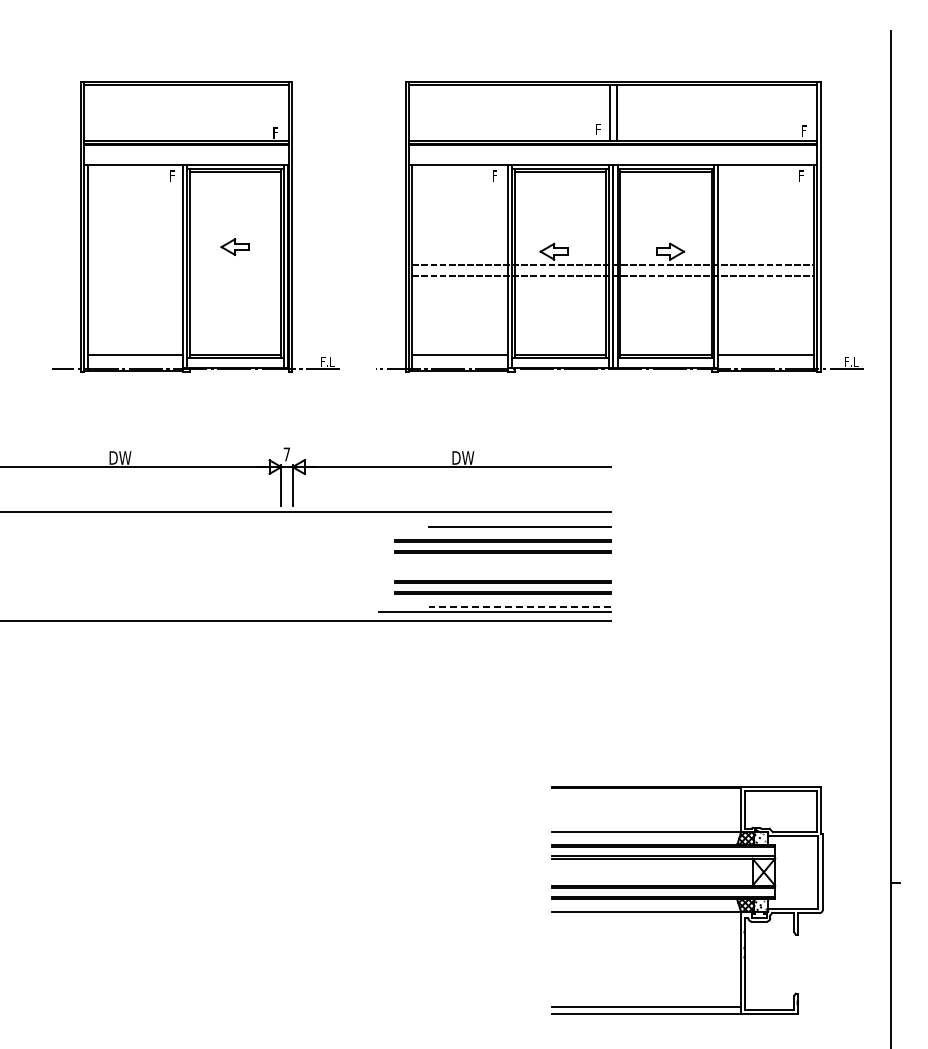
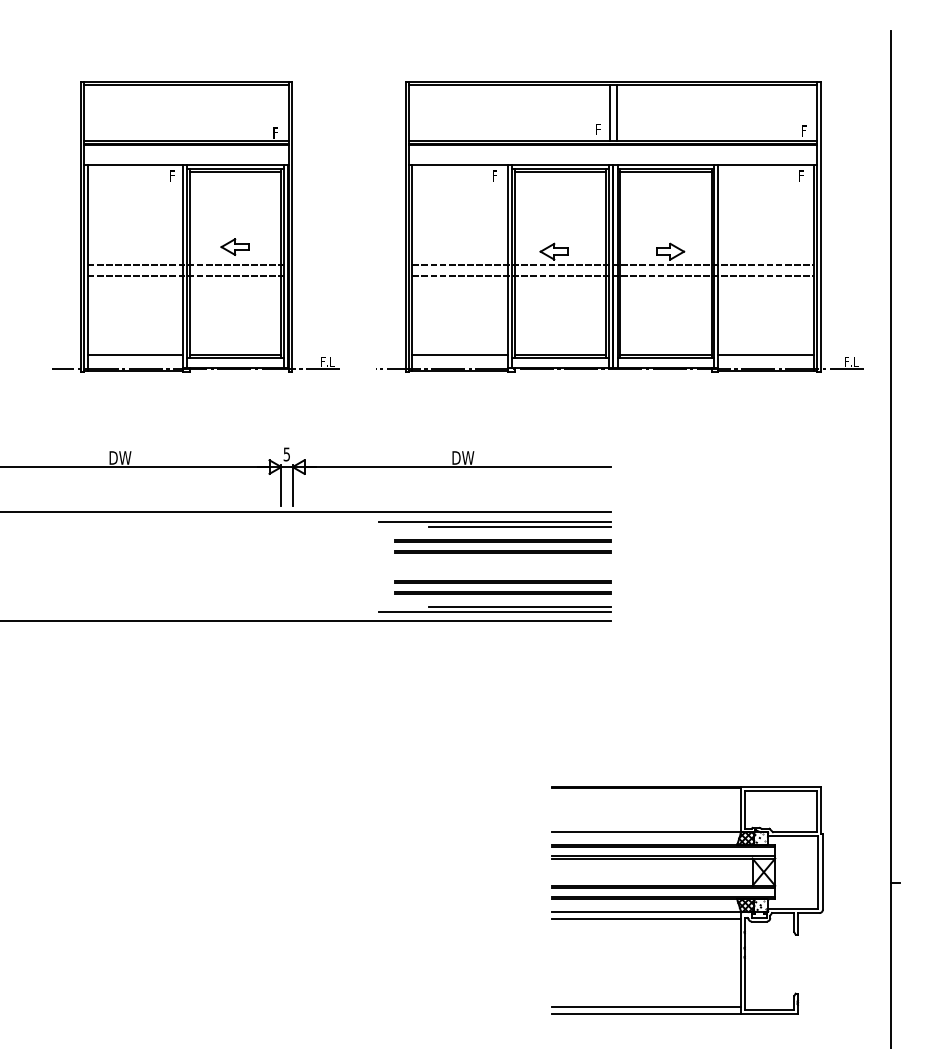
line at (185, 264): none -> present
line at (185, 276): none -> present
text at (286, 454): 7 -> 5
line at (494, 522): none -> present
line at (519, 606): dashed -> solid
line at (646, 918): none -> present
